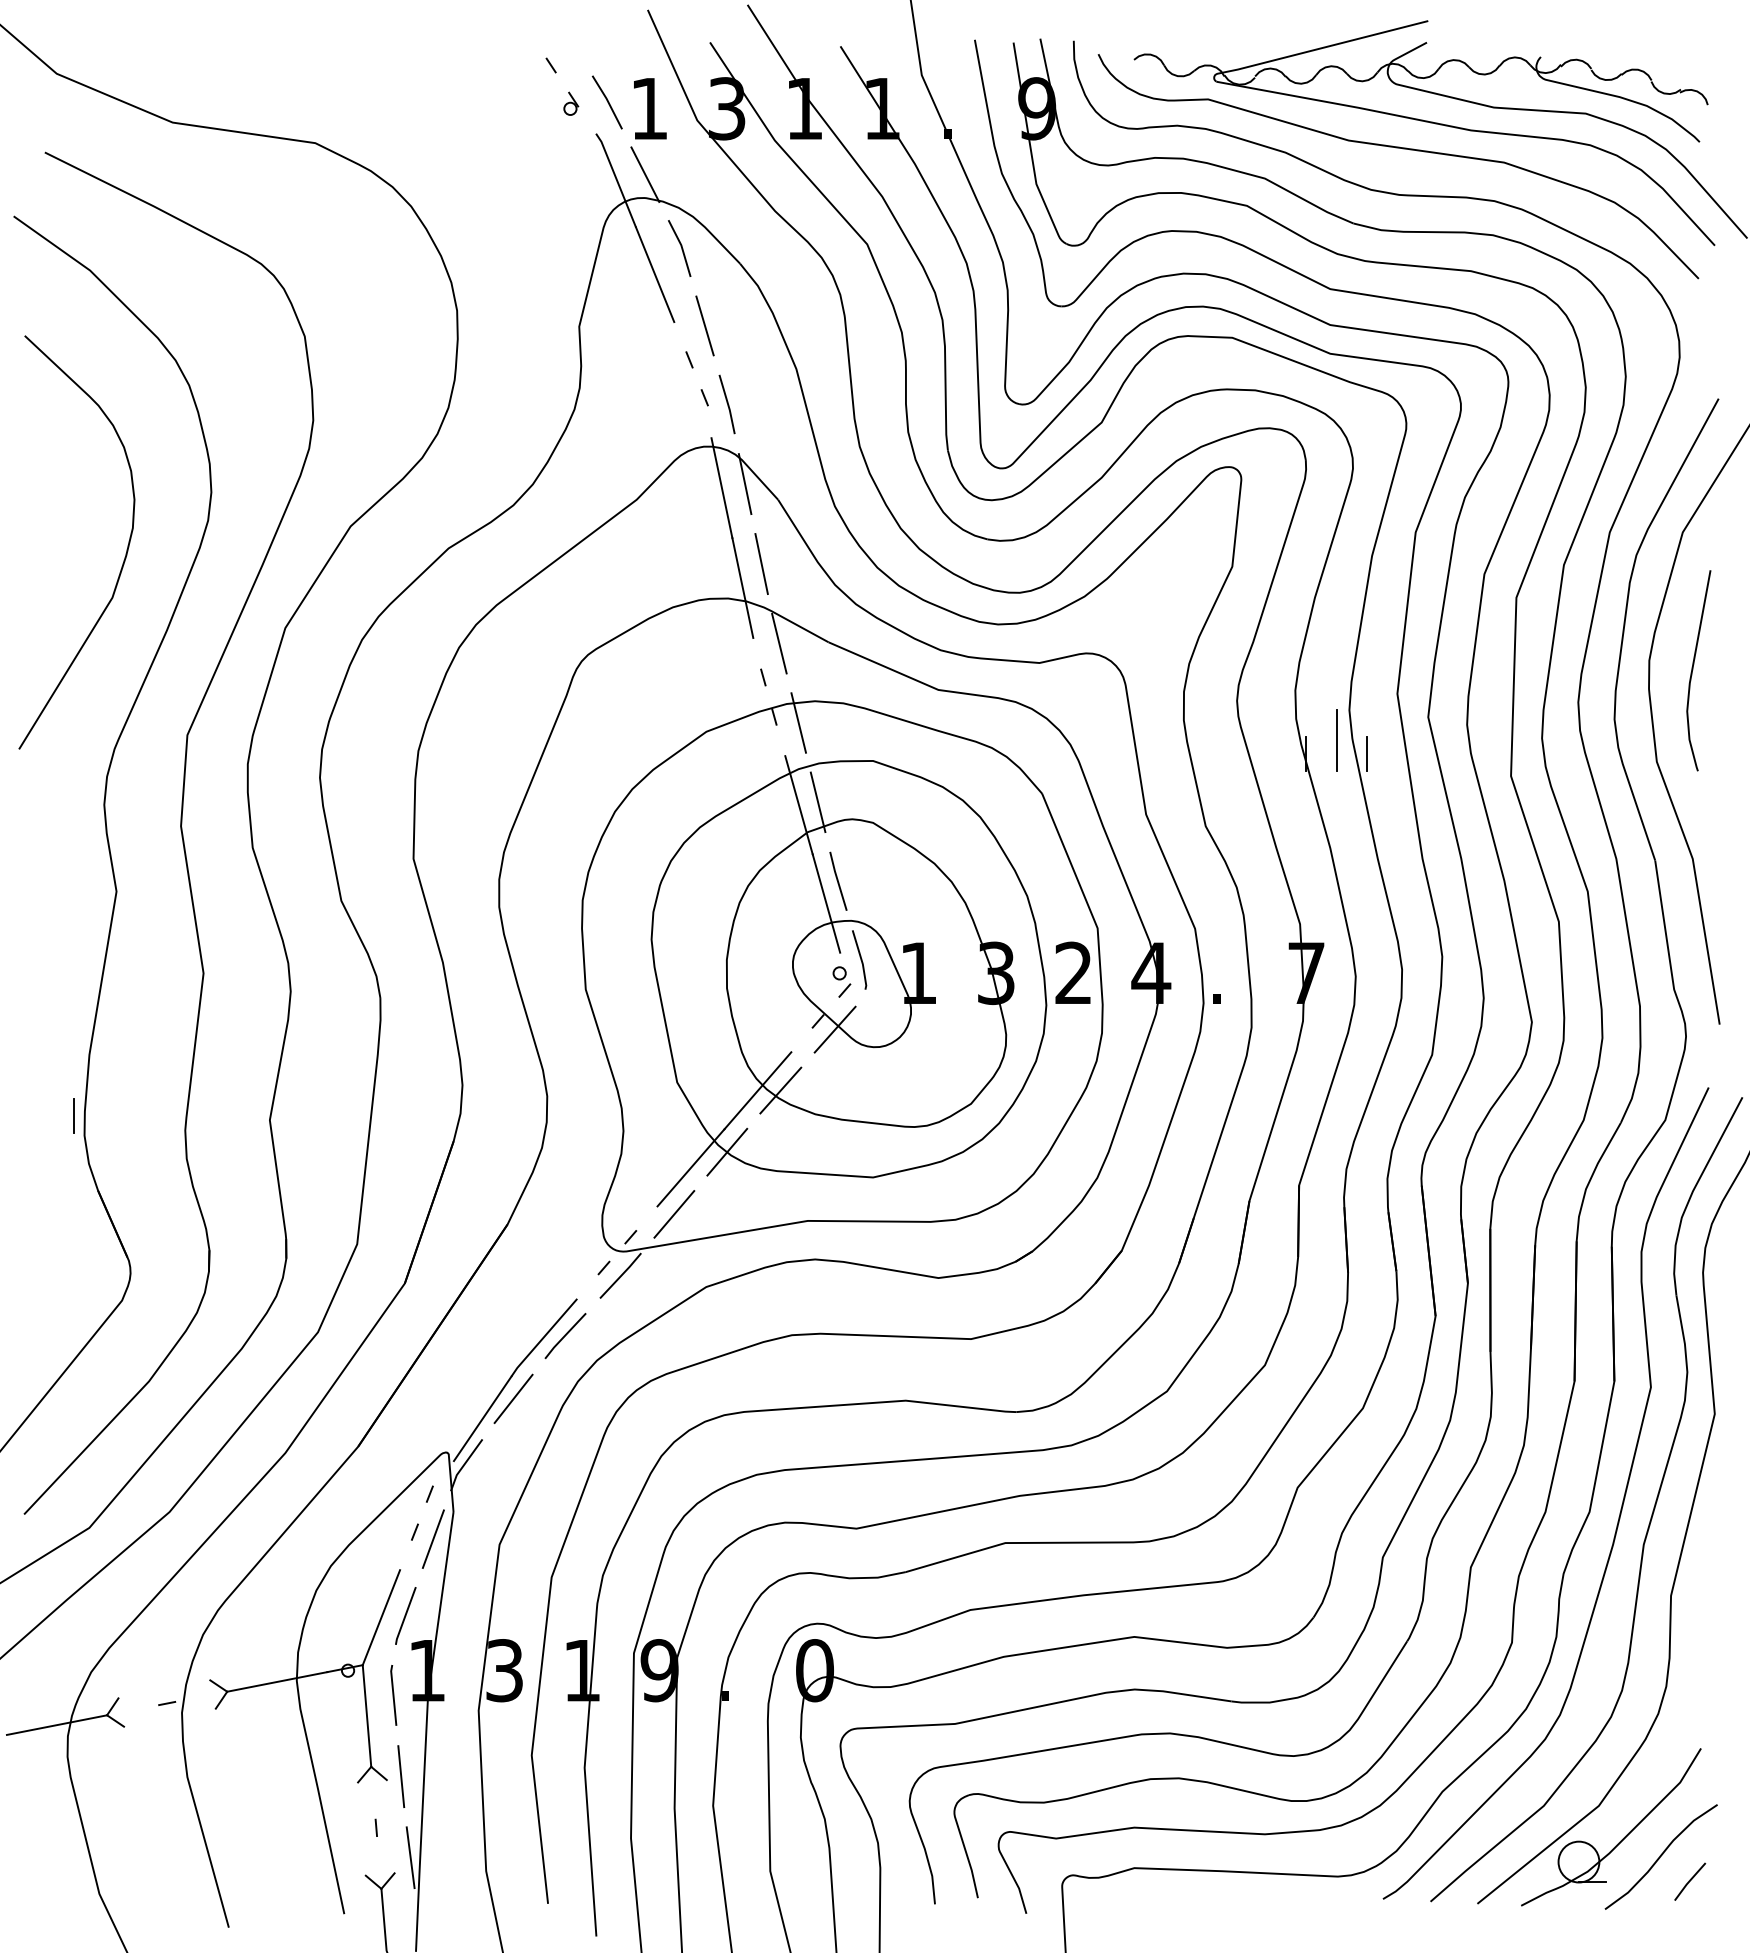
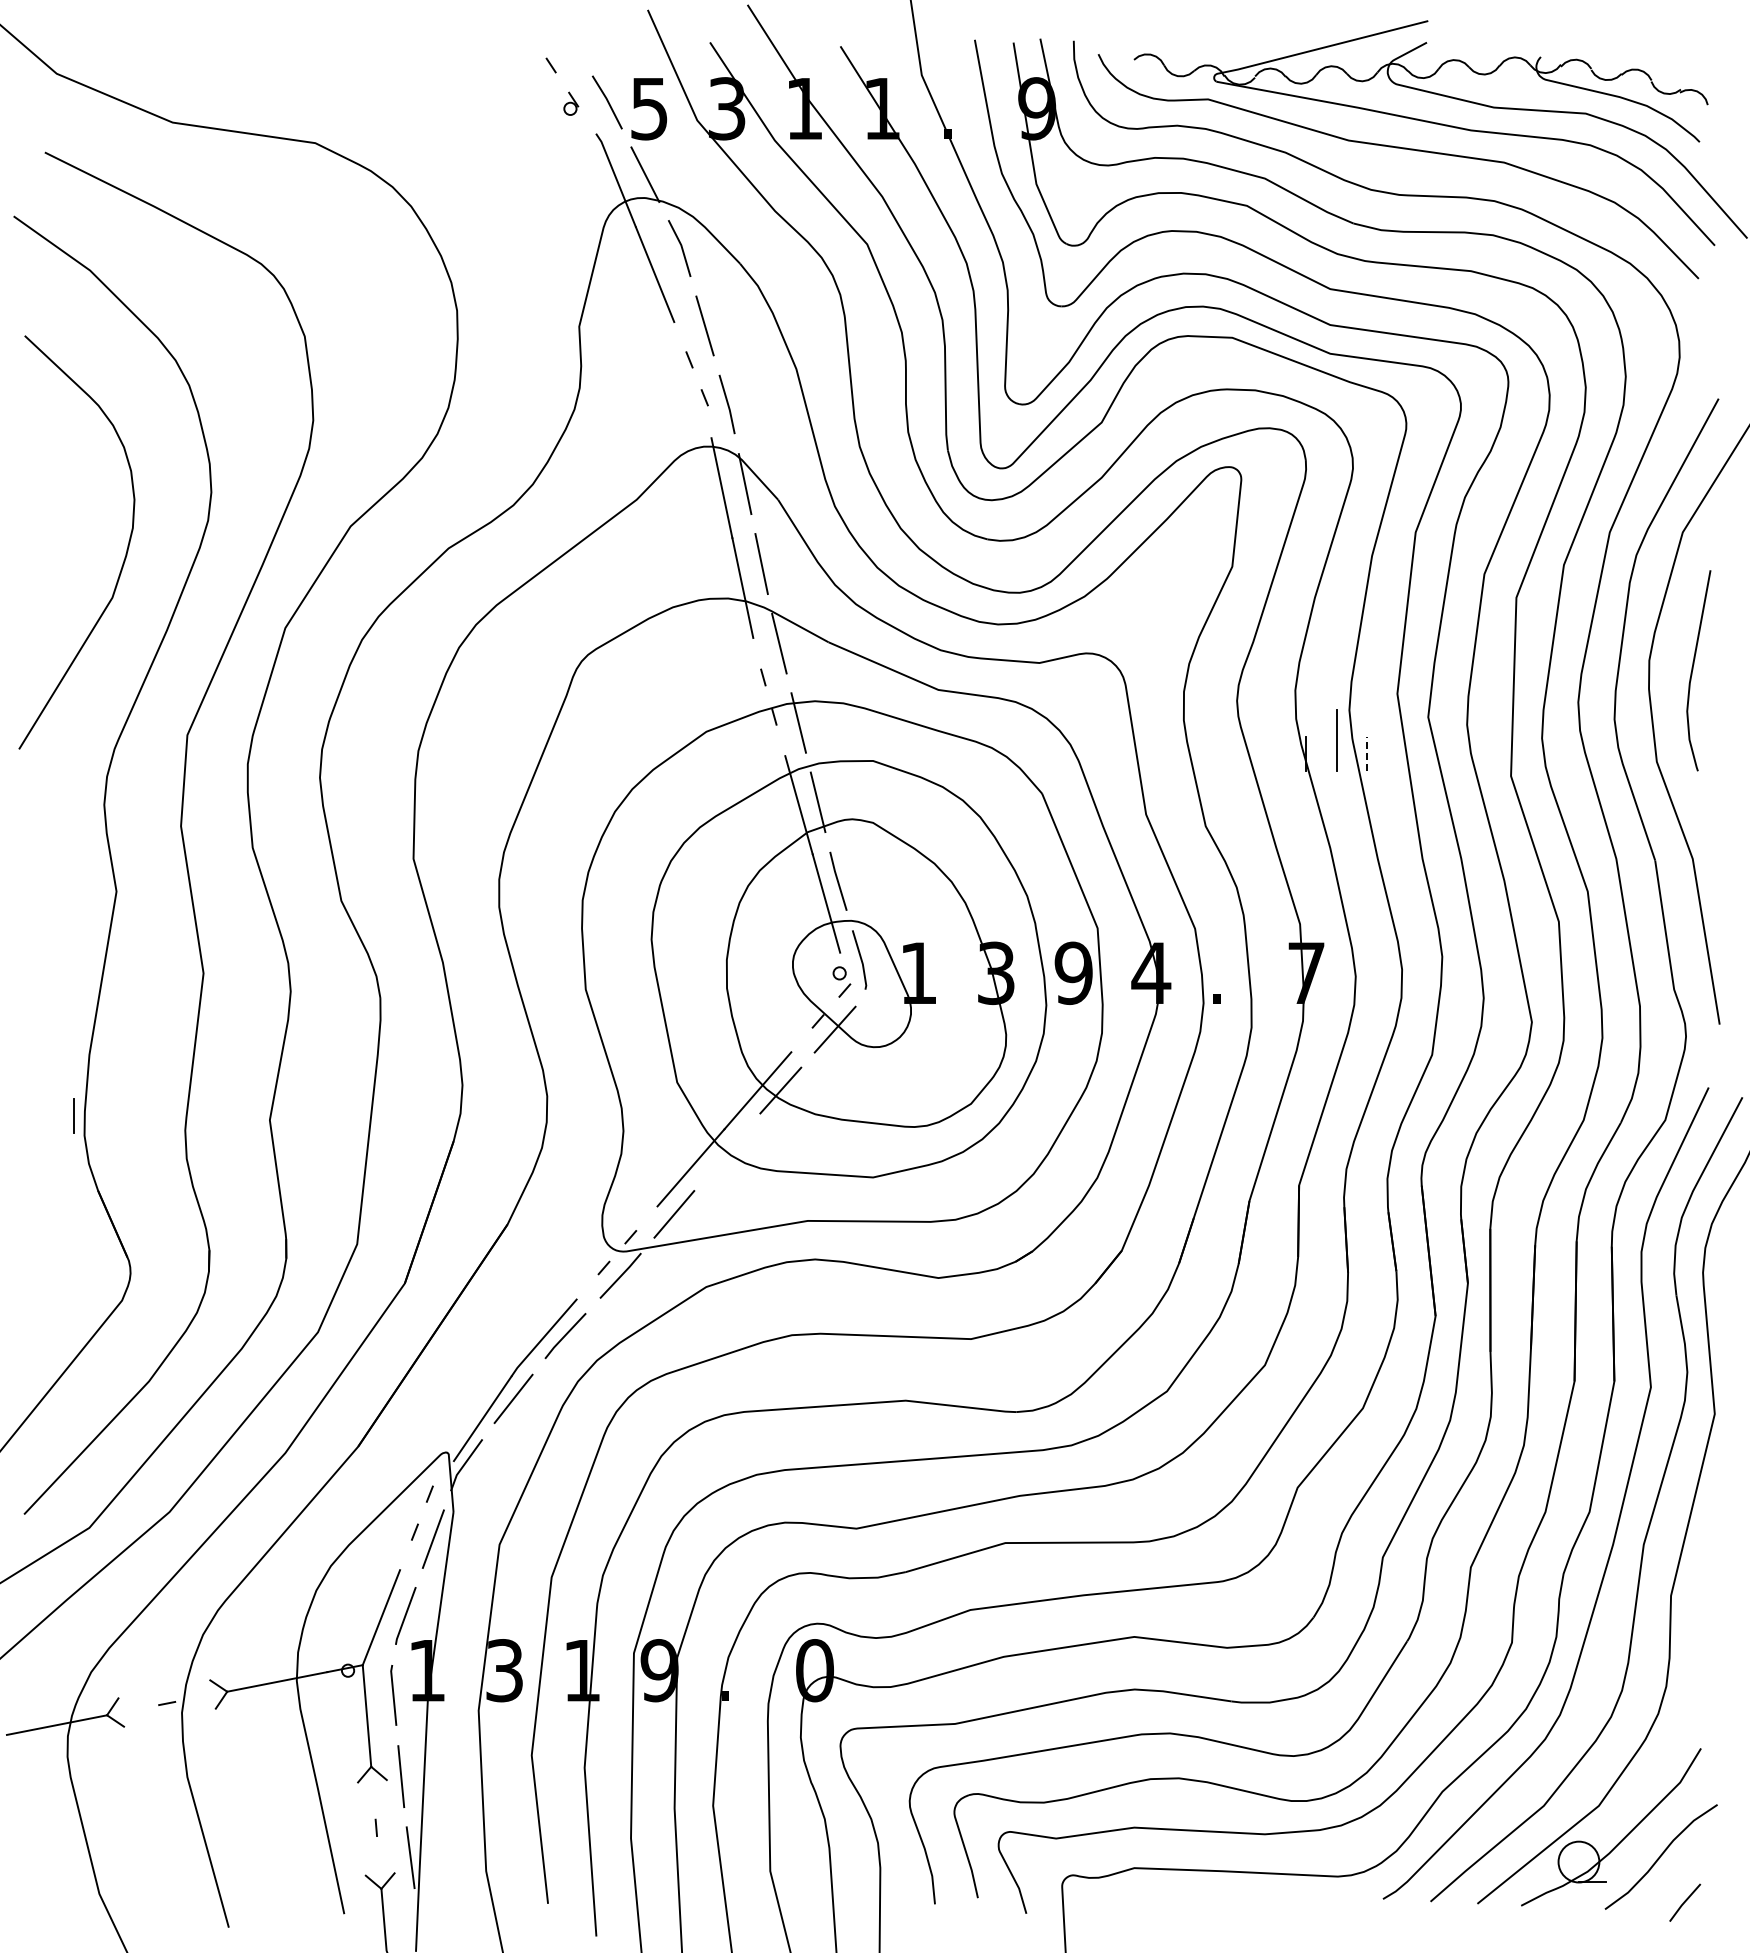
text at (649, 109): 1 -> 5
line at (1367, 753): solid -> dashed
text at (1073, 972): 2 -> 9
line at (727, 1151): present -> none
line at (1690, 1881) position: (1690, 1881) -> (1685, 1902)
